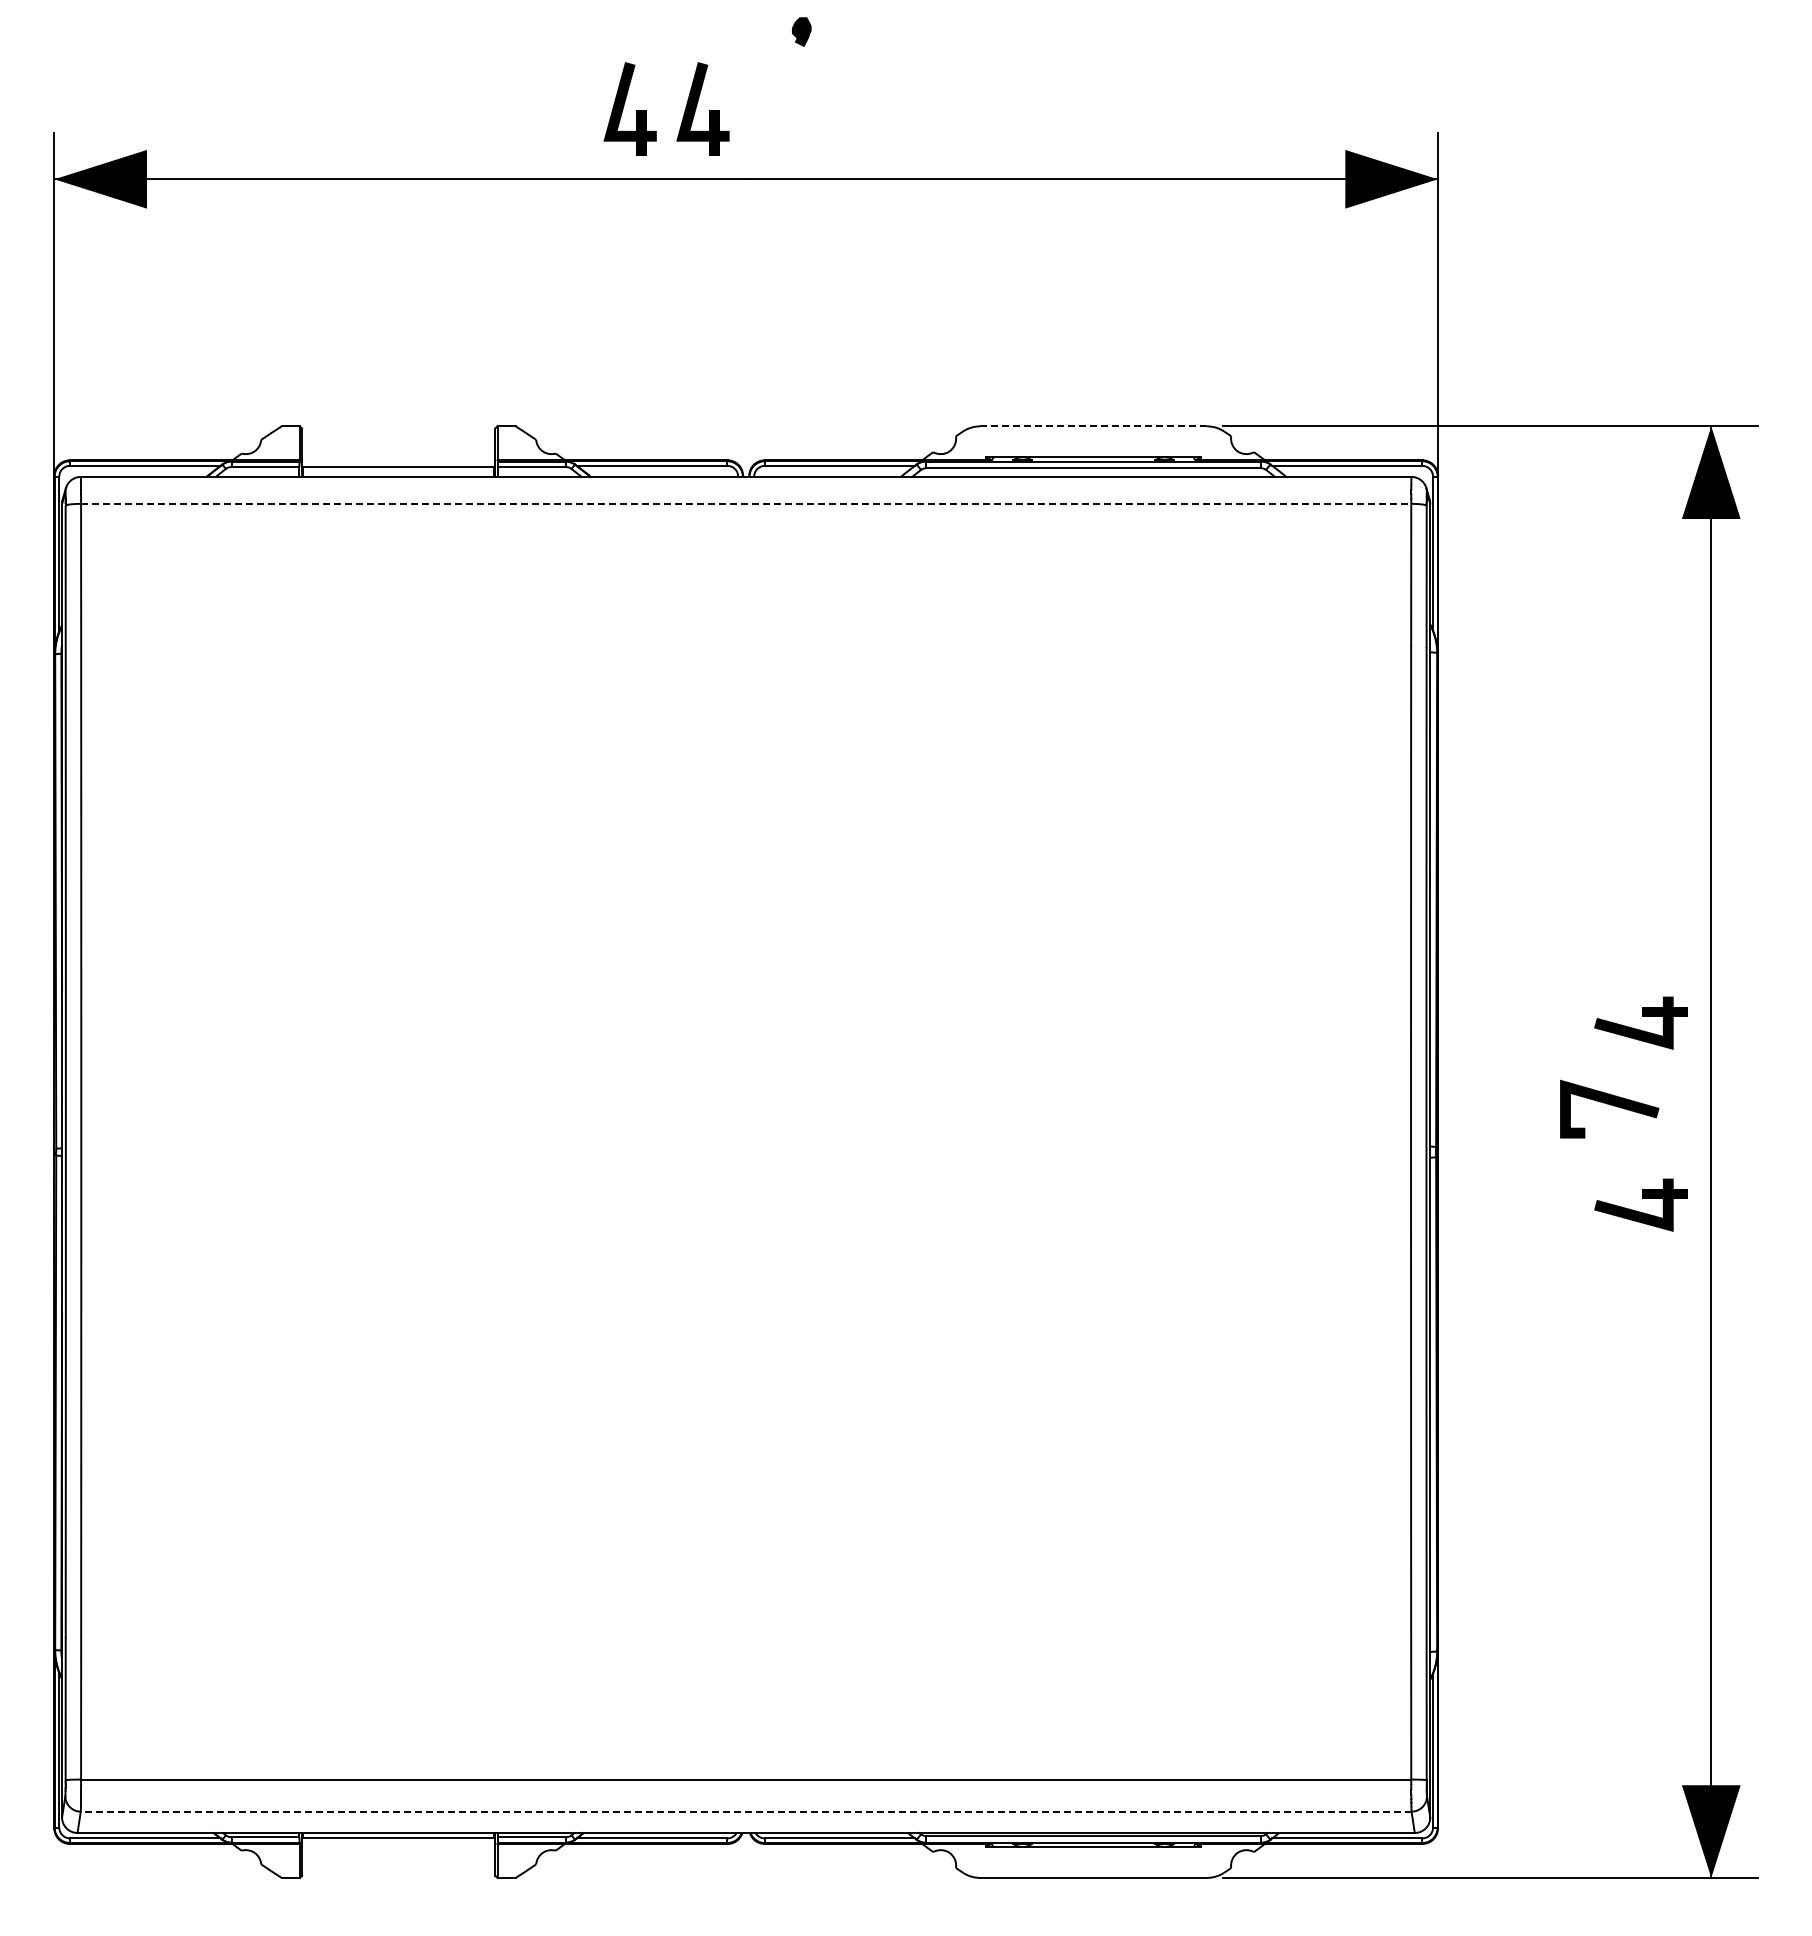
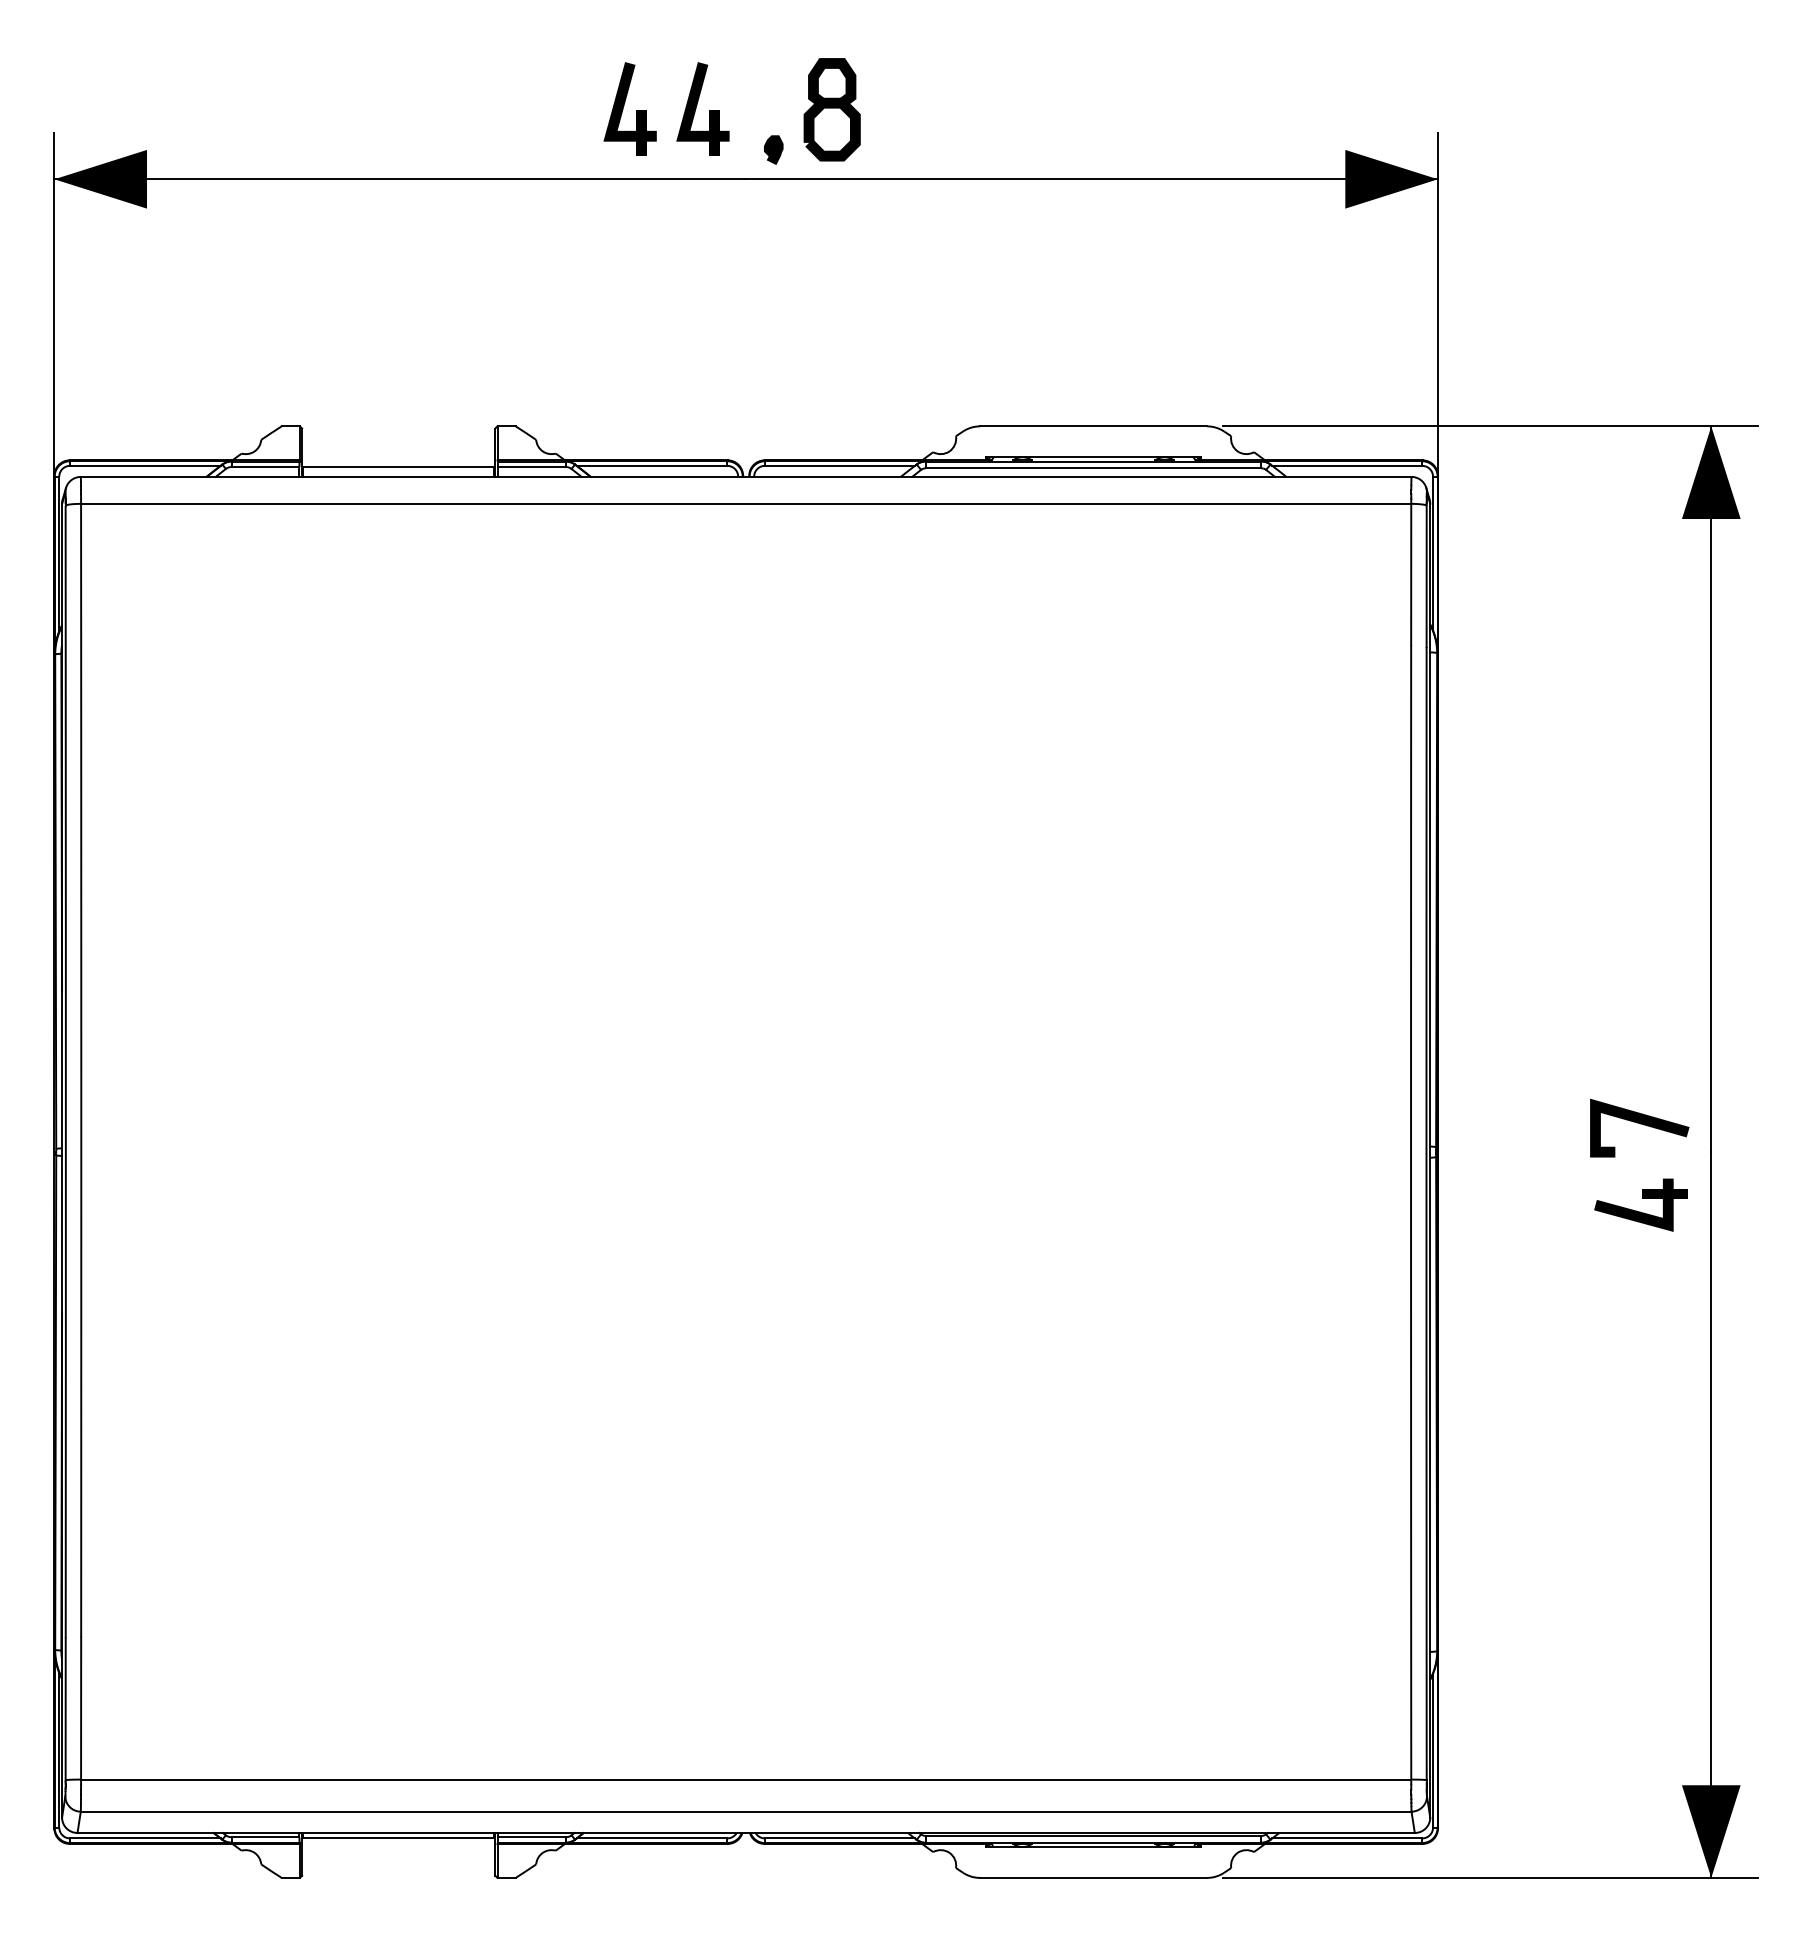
part at (801, 31) position: (801, 31) -> (773, 149)
part at (831, 109): none -> present
line at (1094, 426): dashed -> solid
line at (746, 503): dashed -> solid
part at (1642, 1016): present -> none
line at (1610, 1105) position: (1610, 1105) -> (1640, 1124)
line at (745, 1811): dashed -> solid
